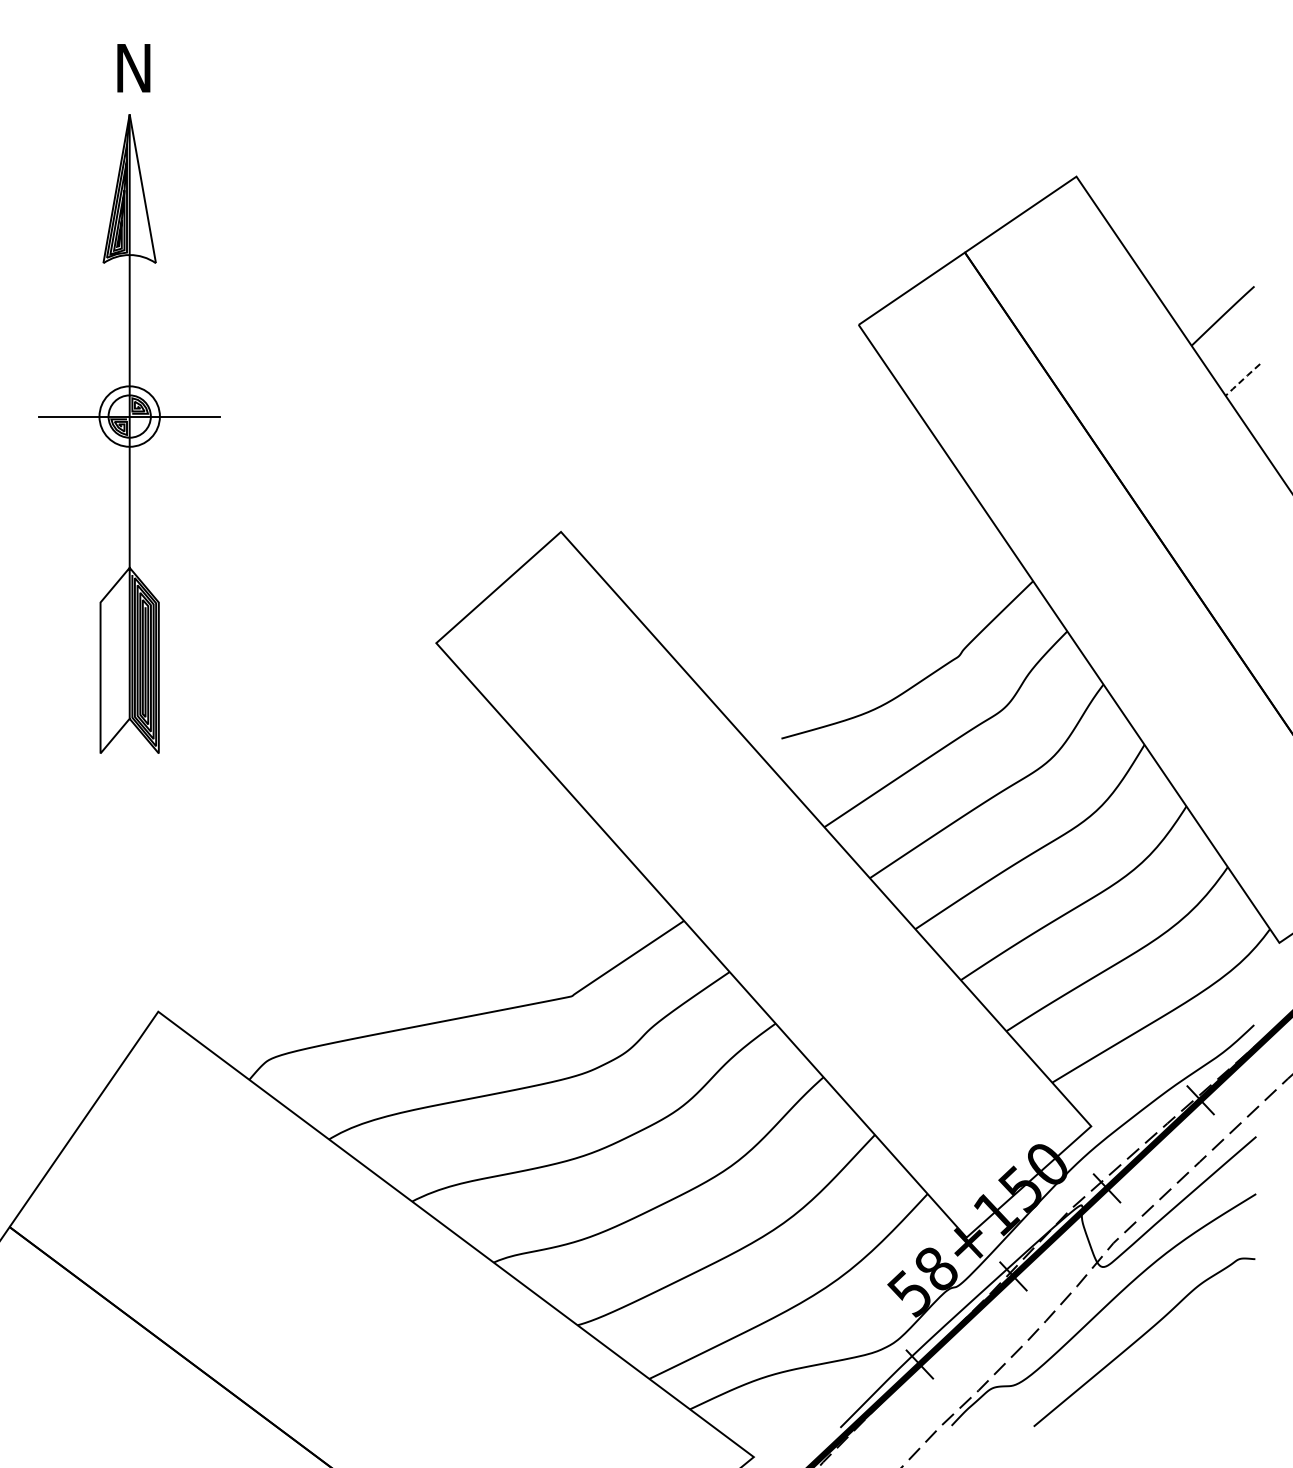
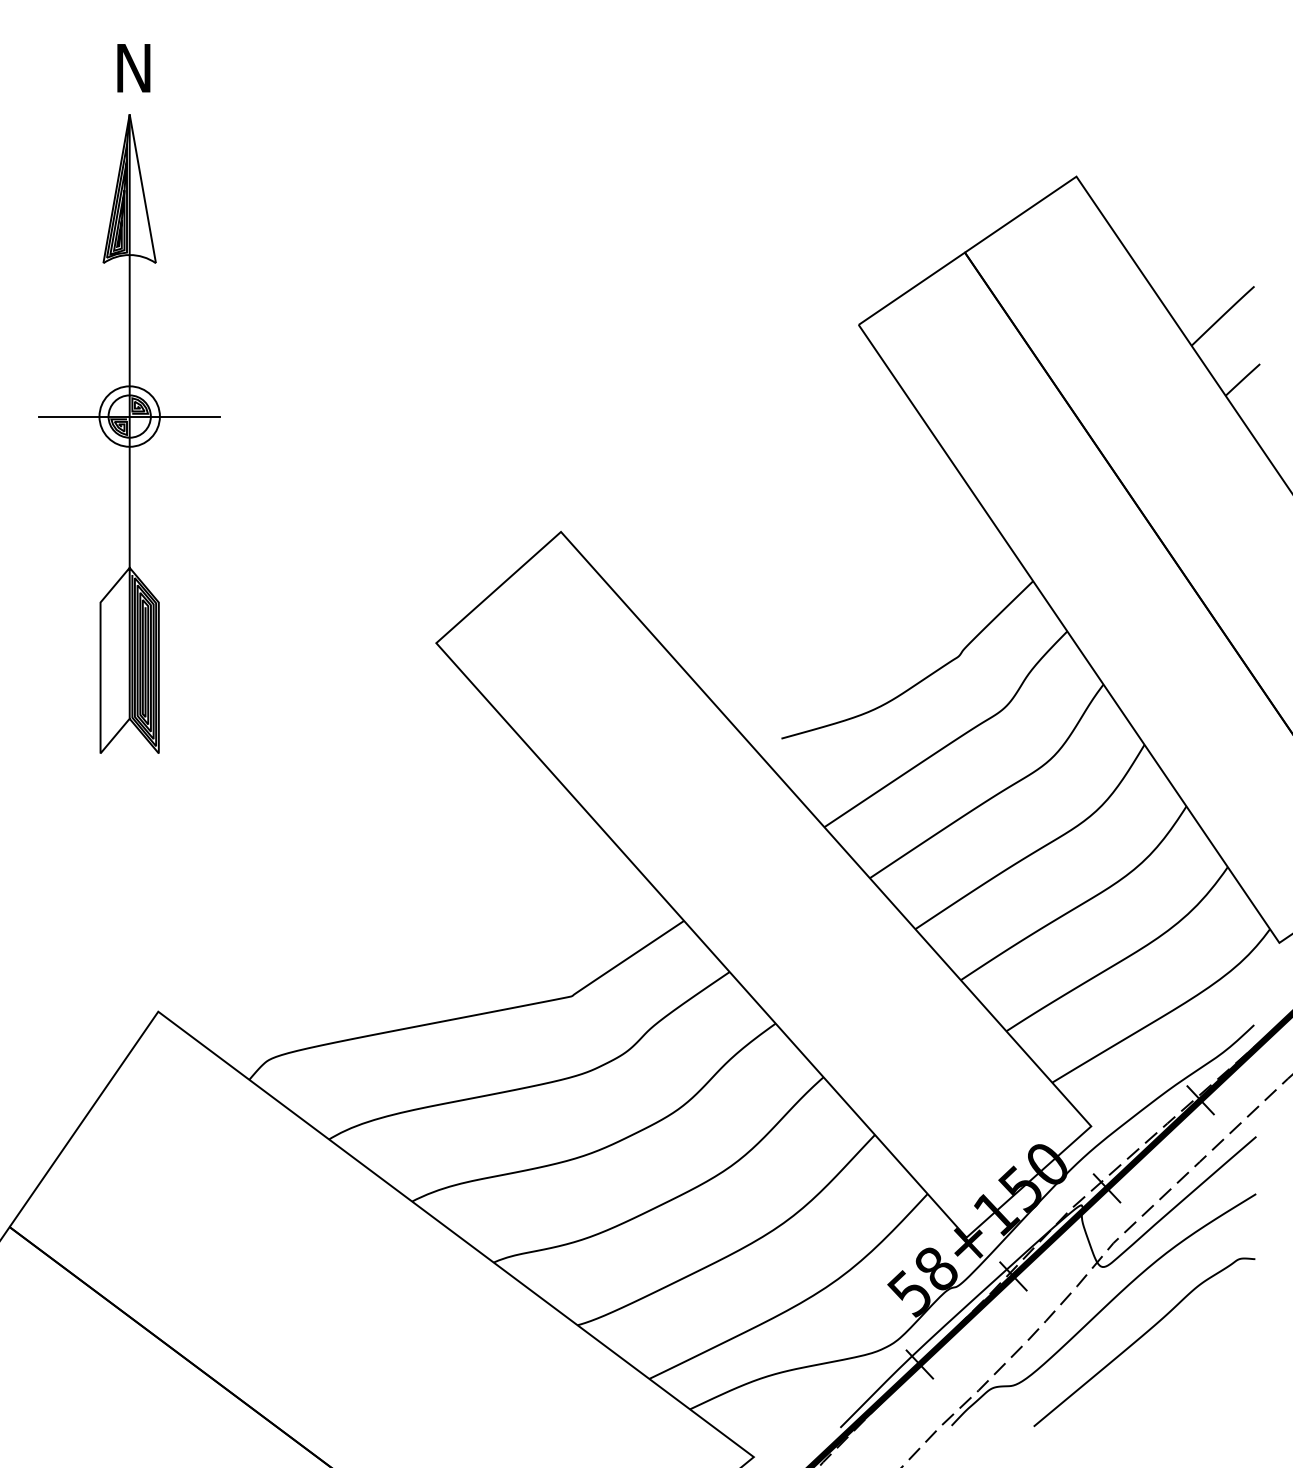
line at (1243, 379): dashed -> solid
